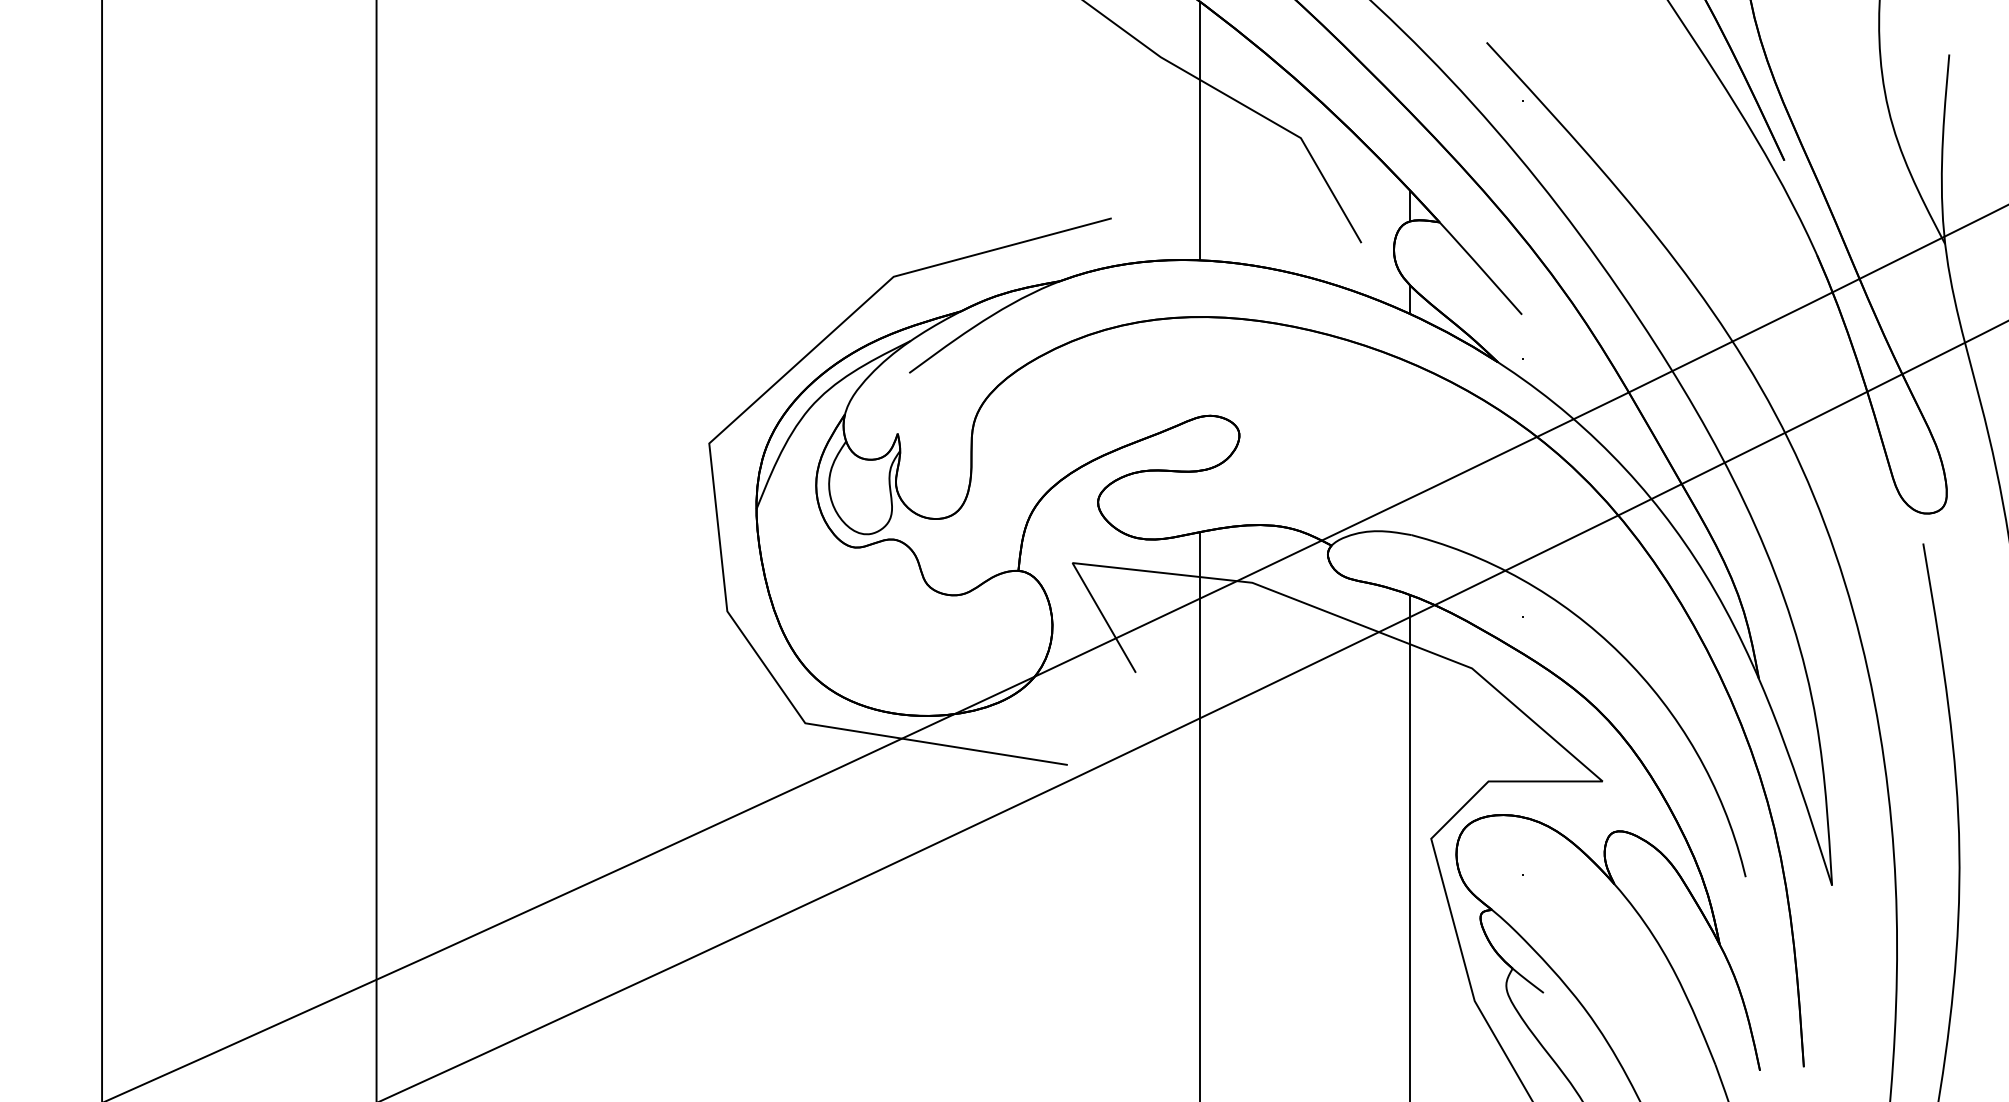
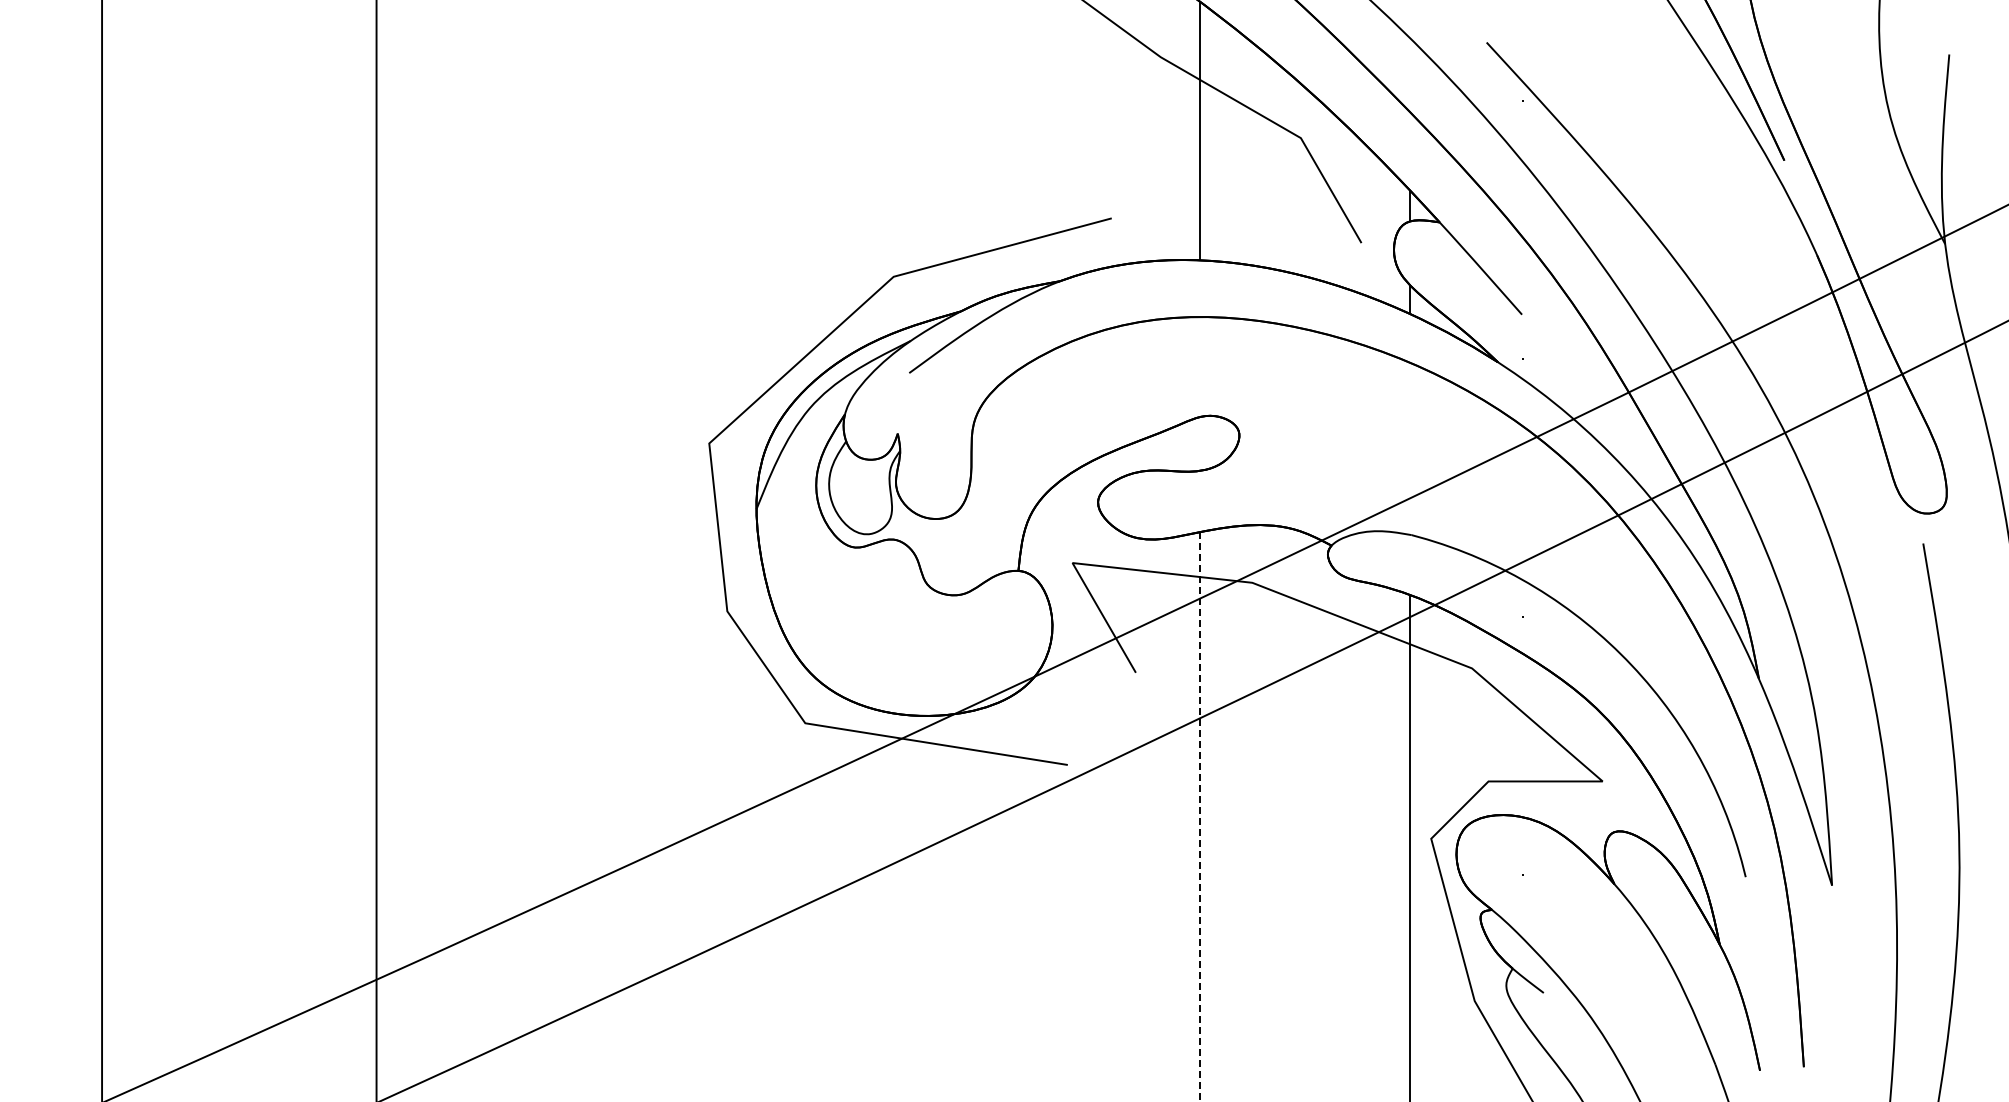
line at (1199, 817): solid -> dashed
